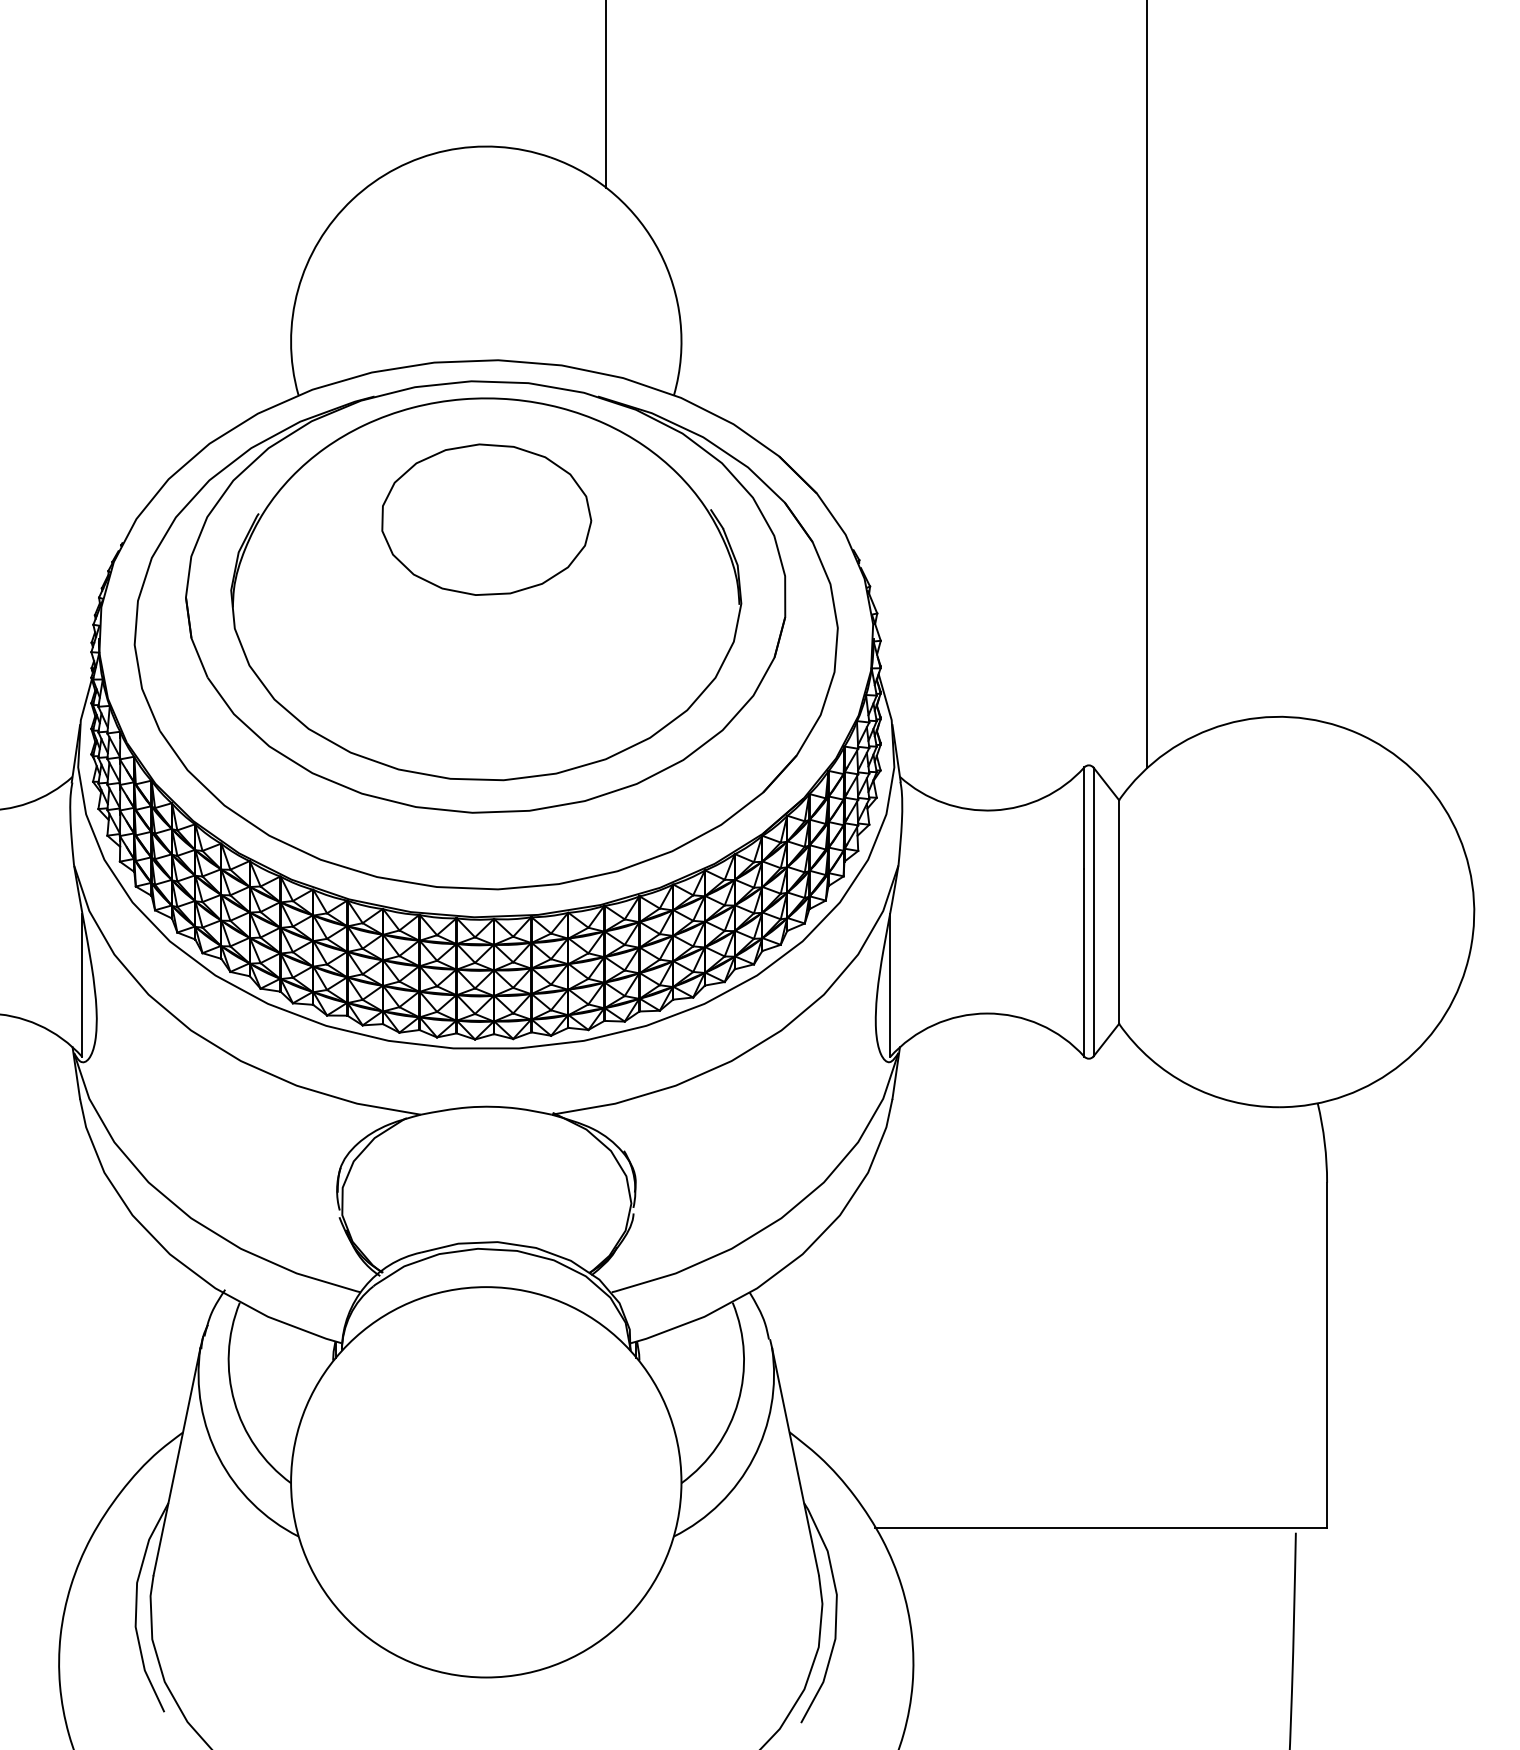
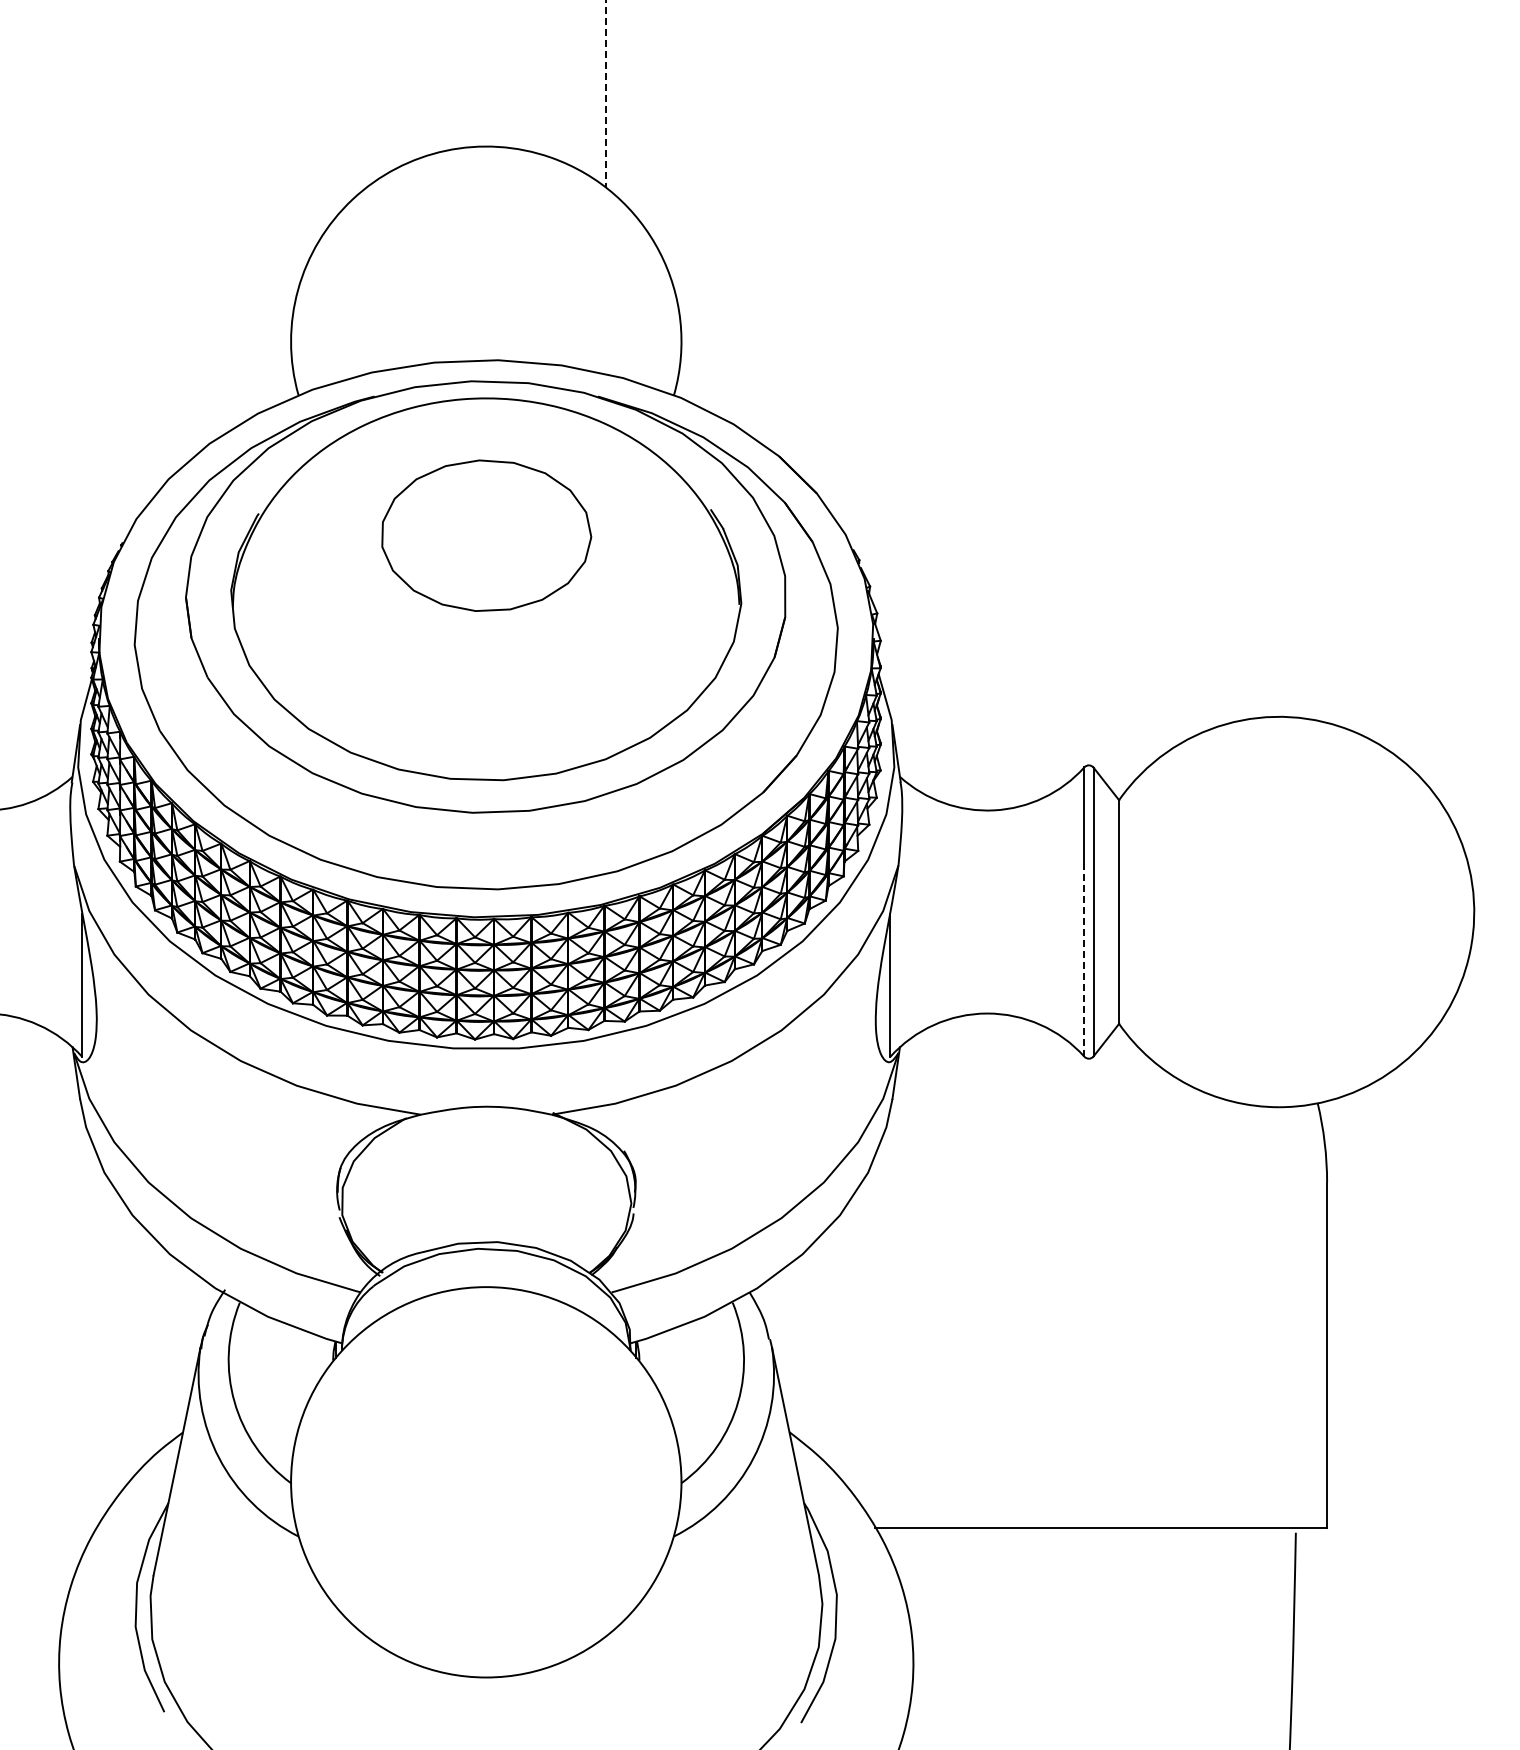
line at (606, 94): solid -> dashed
line at (1146, 385): present -> none
part at (486, 519) position: (486, 519) -> (486, 535)
line at (1084, 962): solid -> dashed
